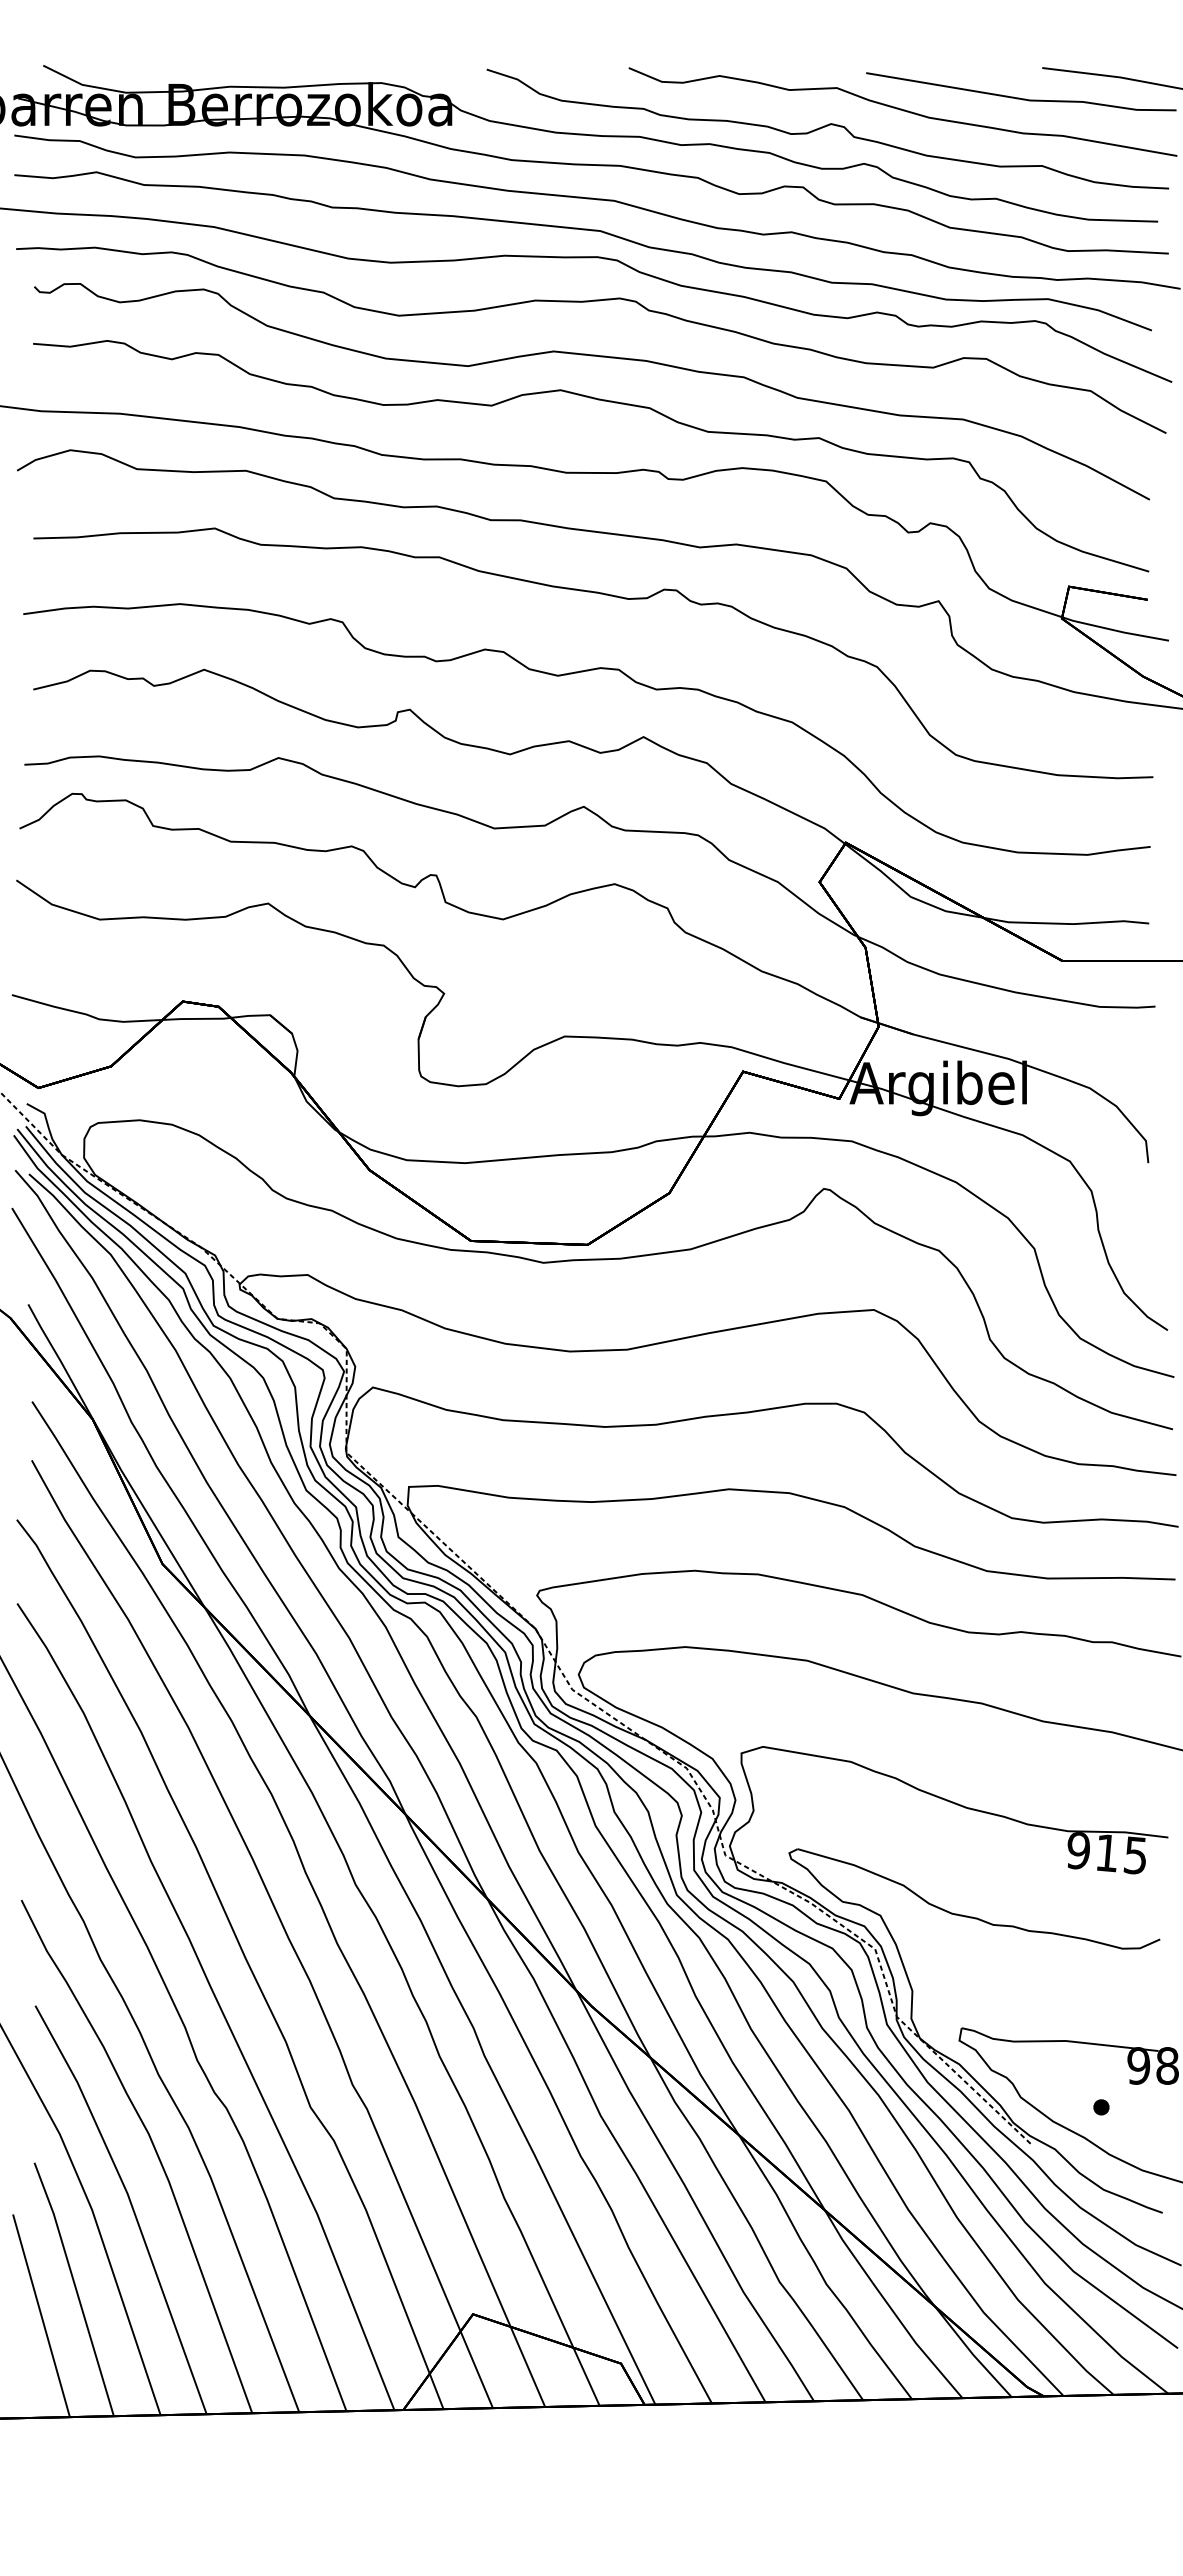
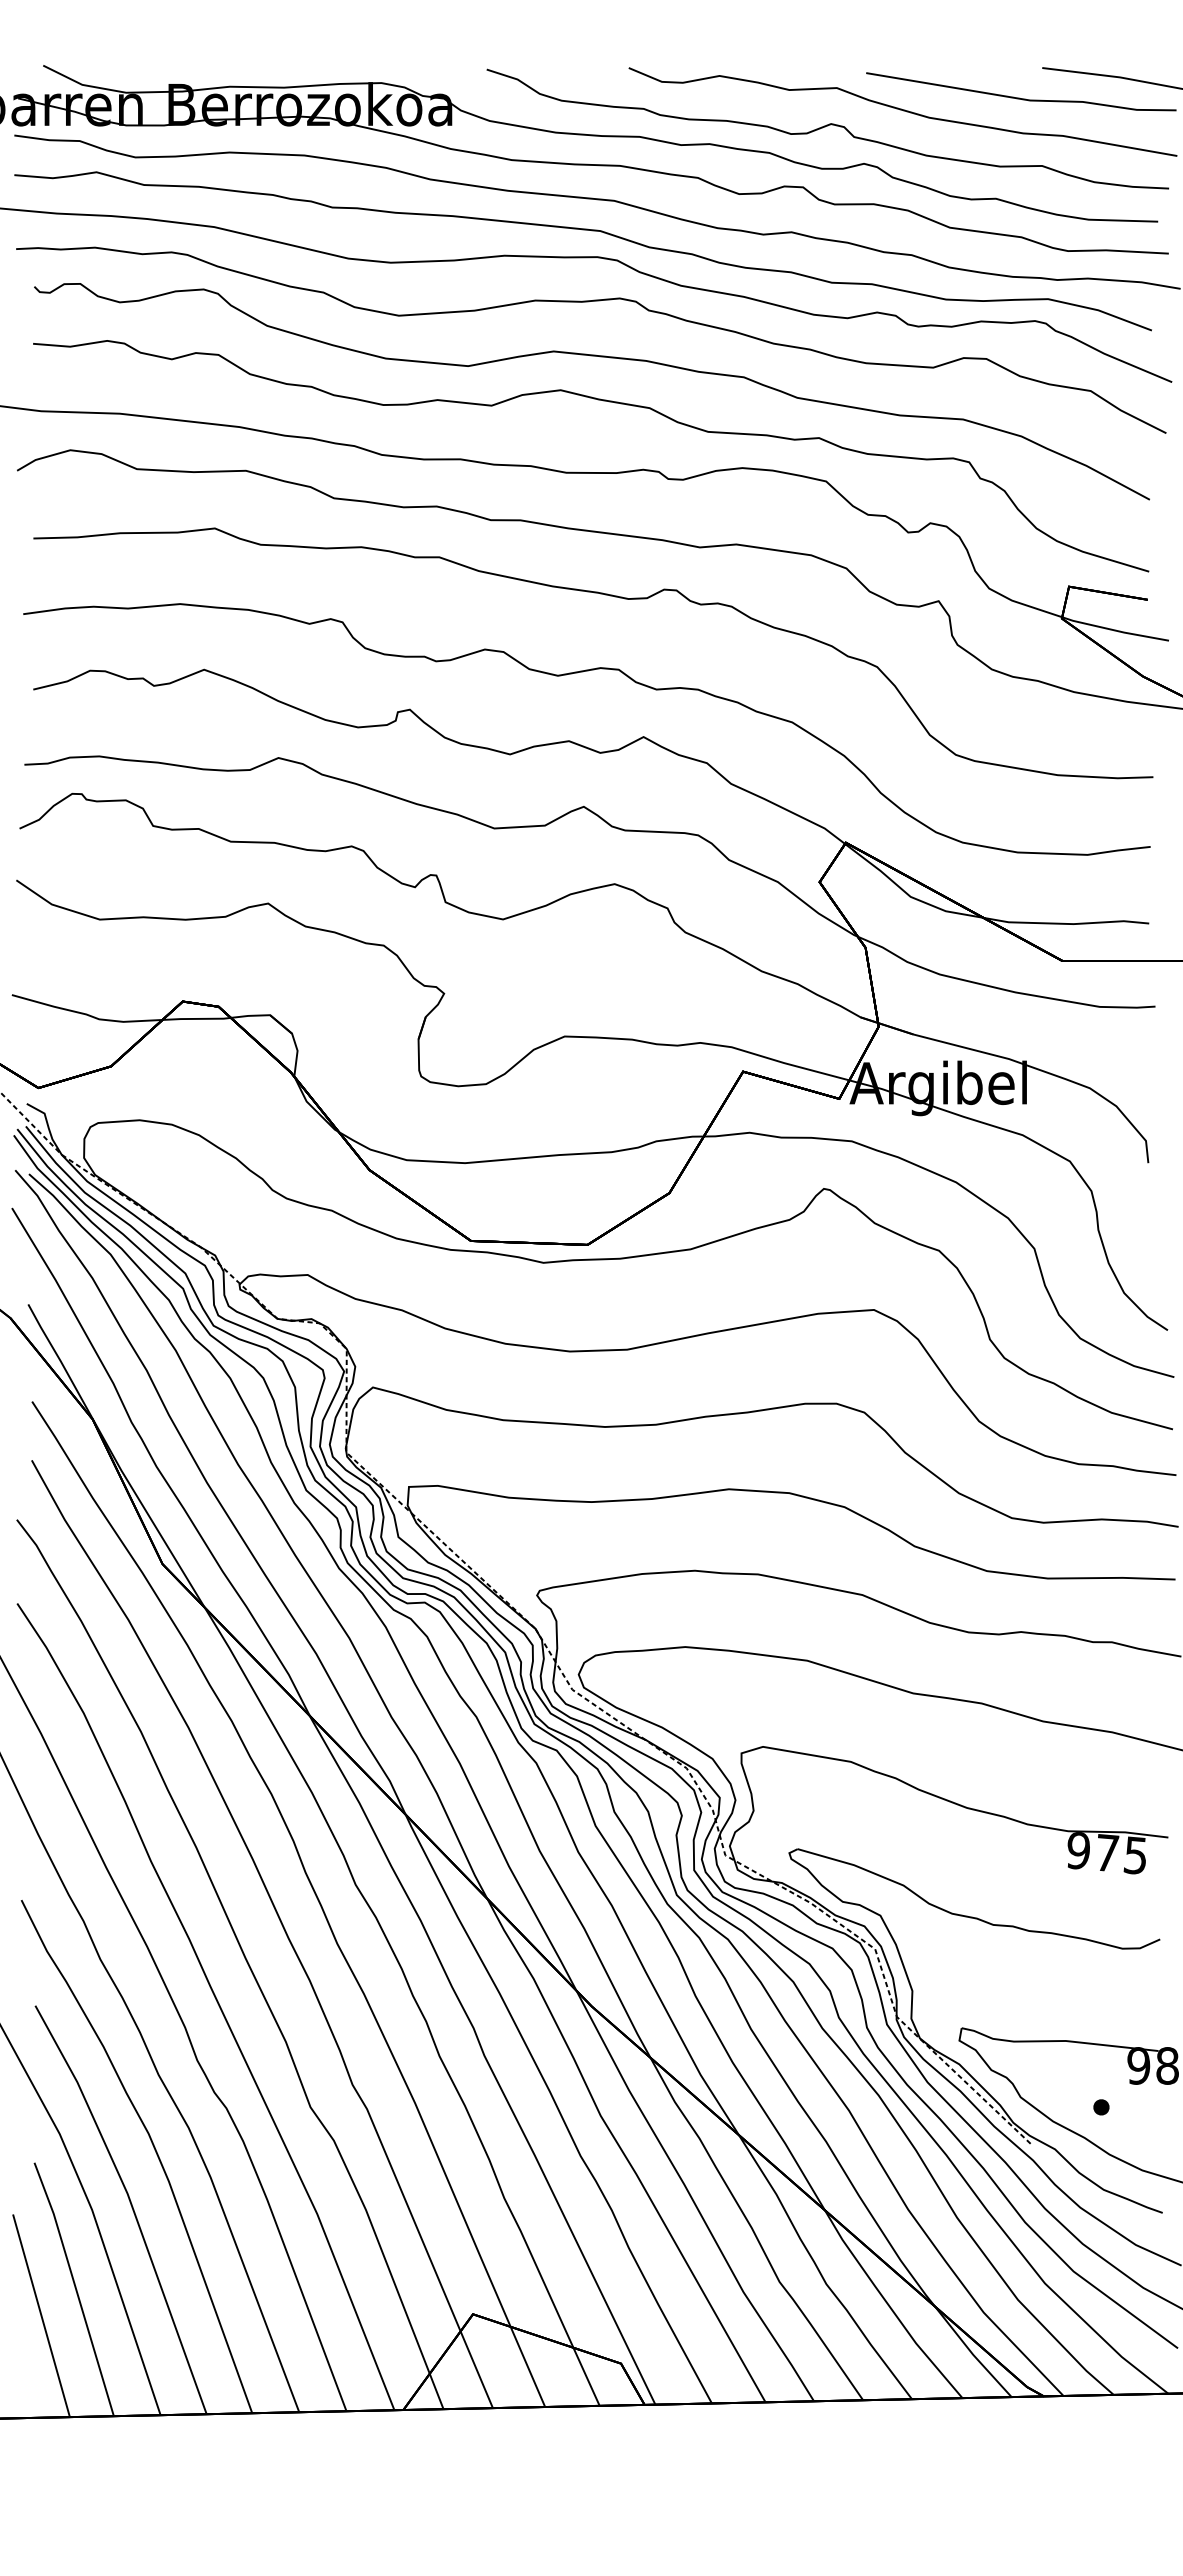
text at (1108, 1853): 915 -> 975
